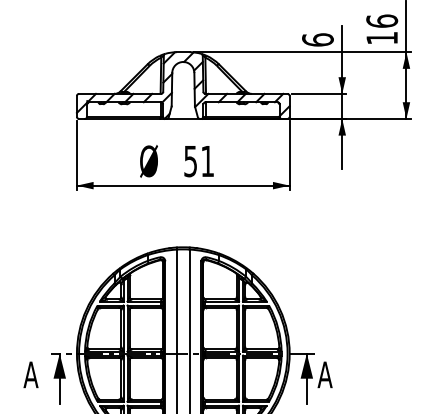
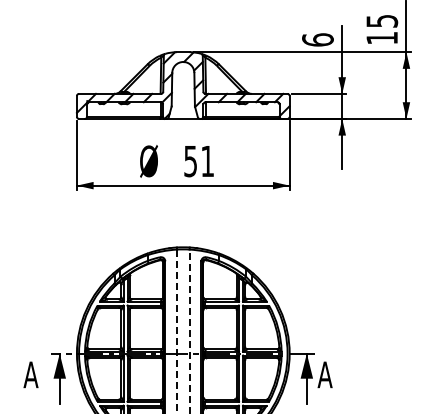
text at (382, 20): 16 -> 15
line at (189, 331): solid -> dashed
line at (177, 332): solid -> dashed
